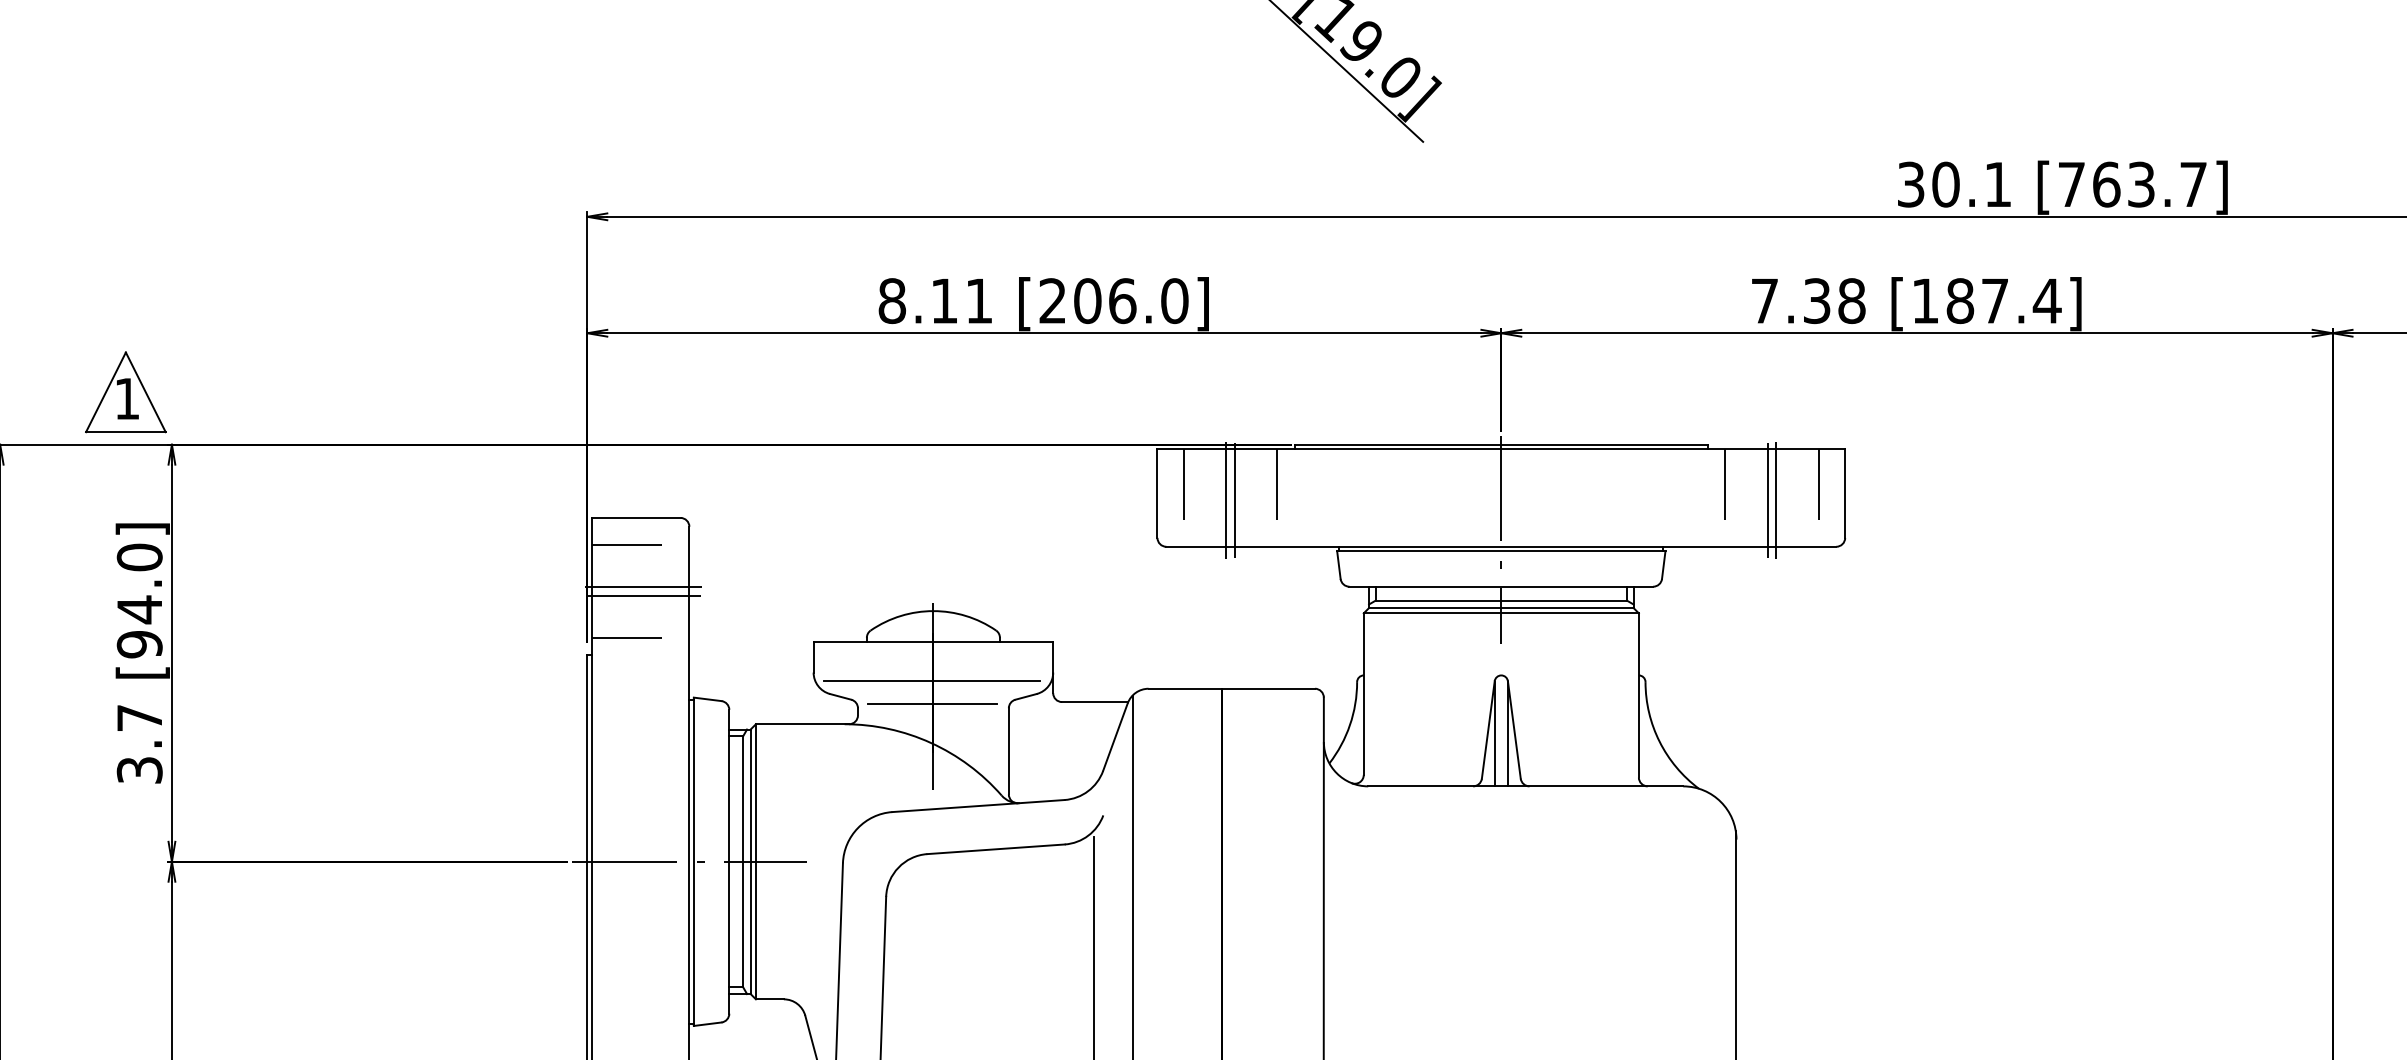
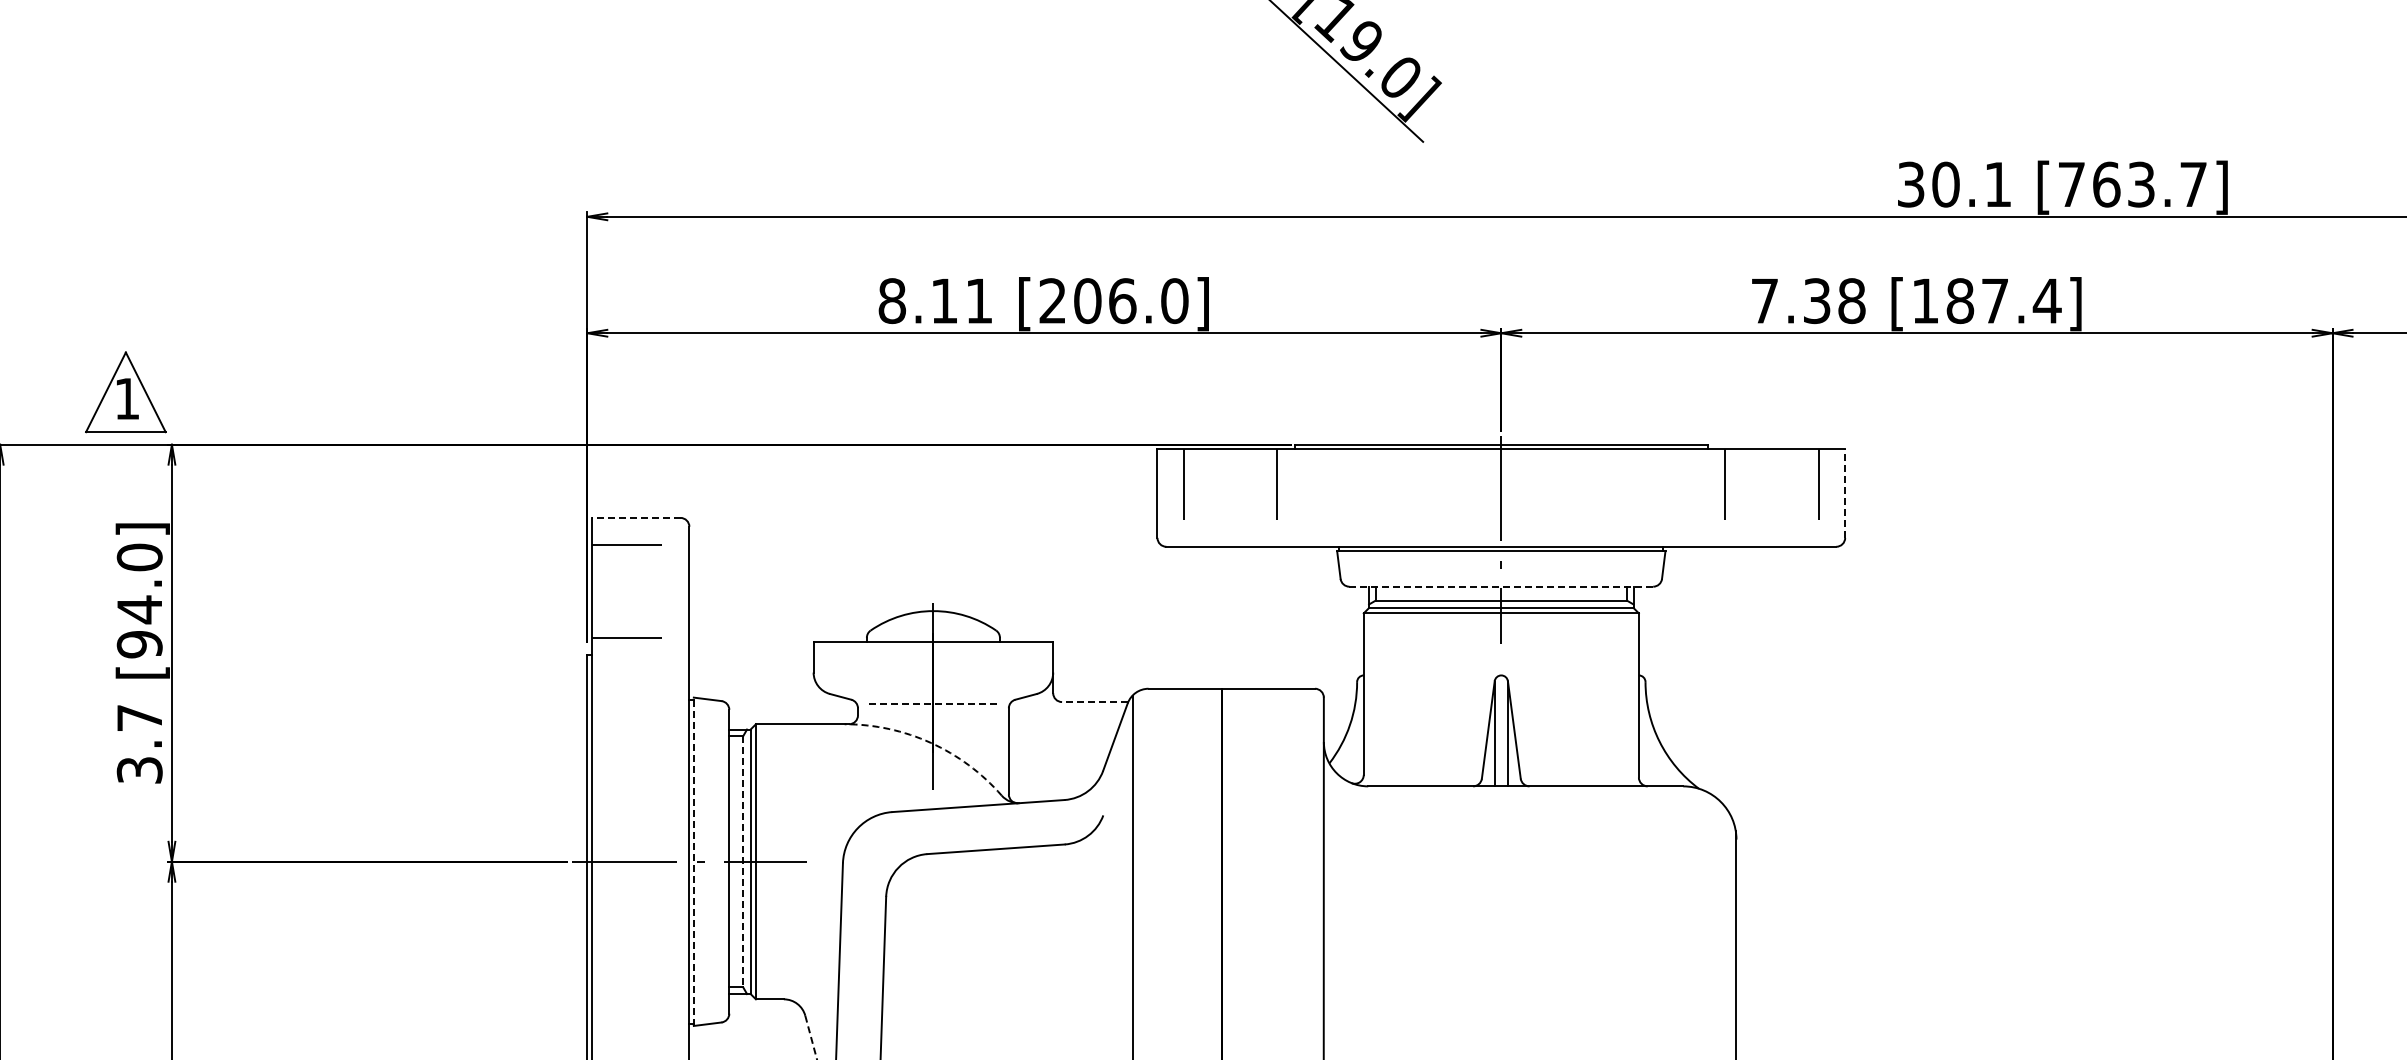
line at (1845, 493): solid -> dashed
line at (1226, 500): present -> none
line at (1235, 500): present -> none
line at (1767, 500): present -> none
line at (1776, 500): present -> none
line at (635, 517): solid -> dashed
line at (643, 586): present -> none
line at (1501, 586): solid -> dashed
line at (642, 595): present -> none
line at (932, 681): present -> none
line at (1094, 702): solid -> dashed
line at (932, 703): solid -> dashed
arc at (930, 742): solid -> dashed
line at (693, 861): solid -> dashed
line at (743, 861): solid -> dashed
line at (1094, 946): present -> none
line at (811, 1037): solid -> dashed
